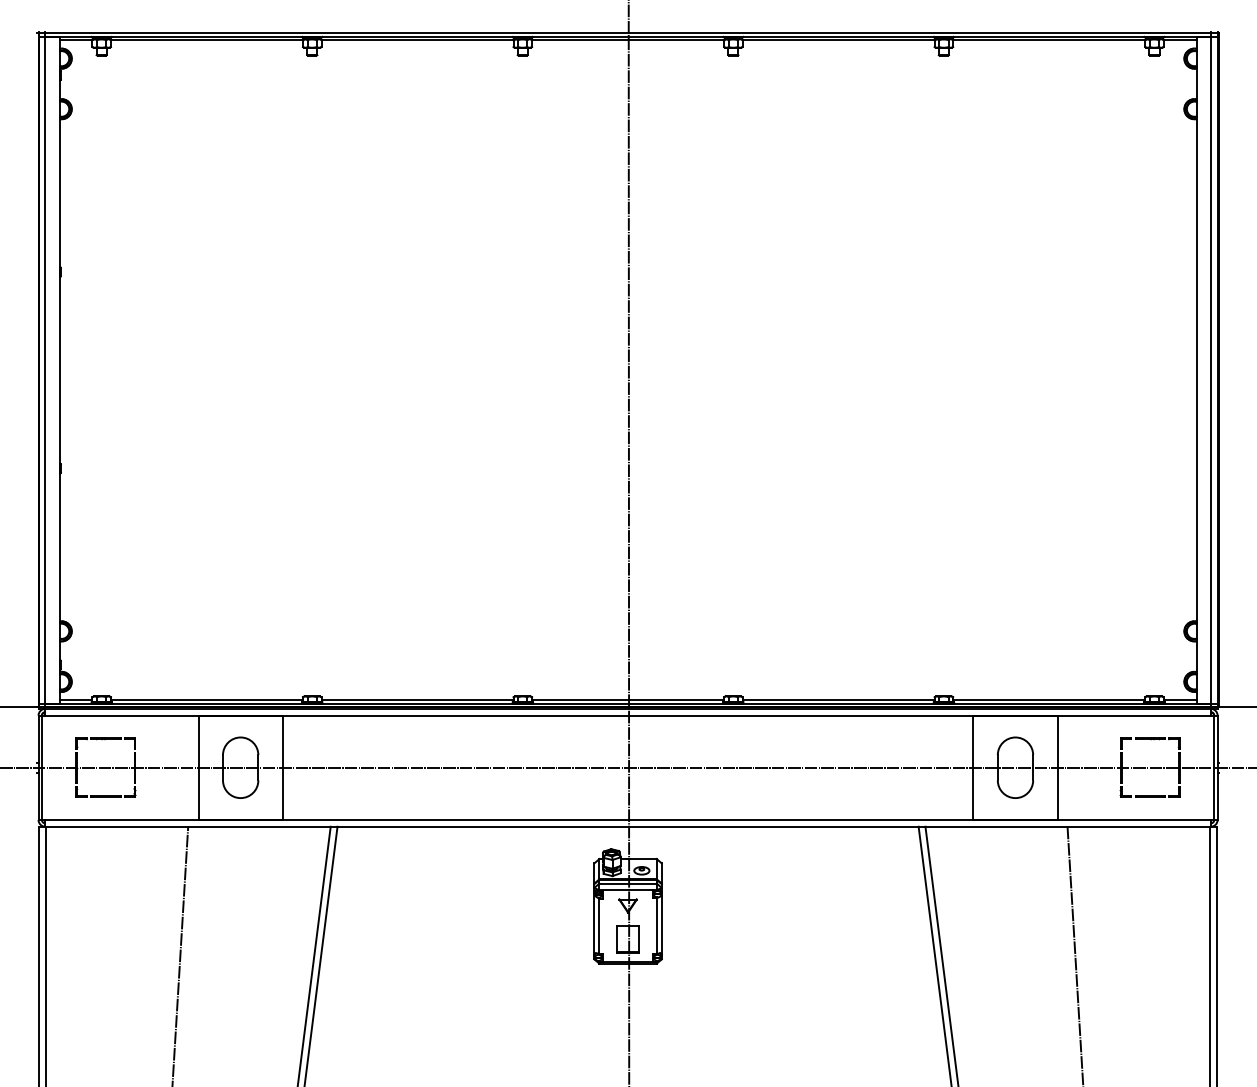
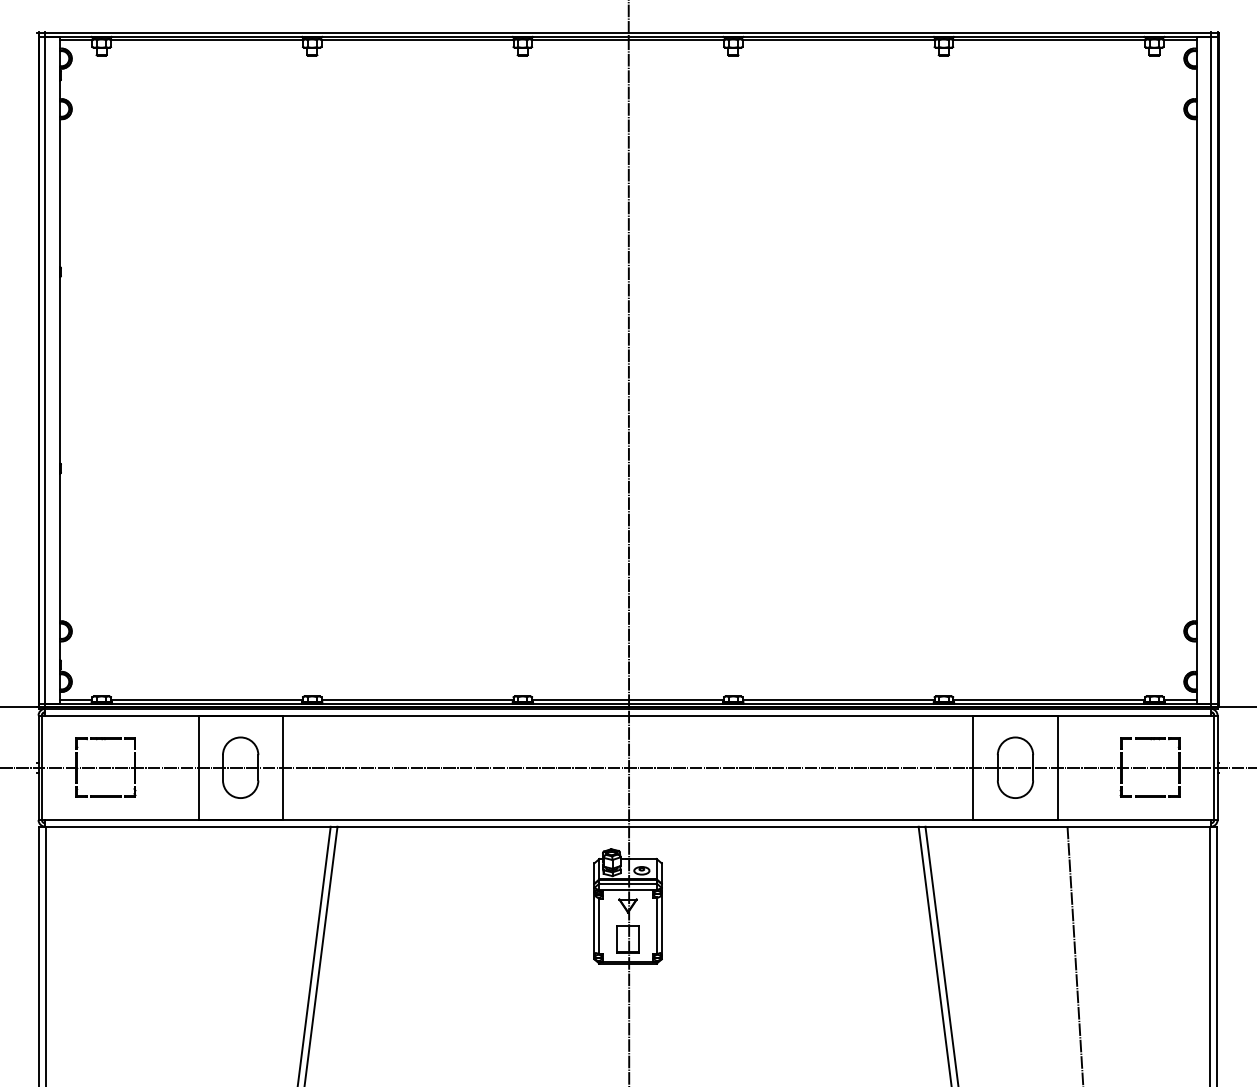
line at (180, 954): present -> none
